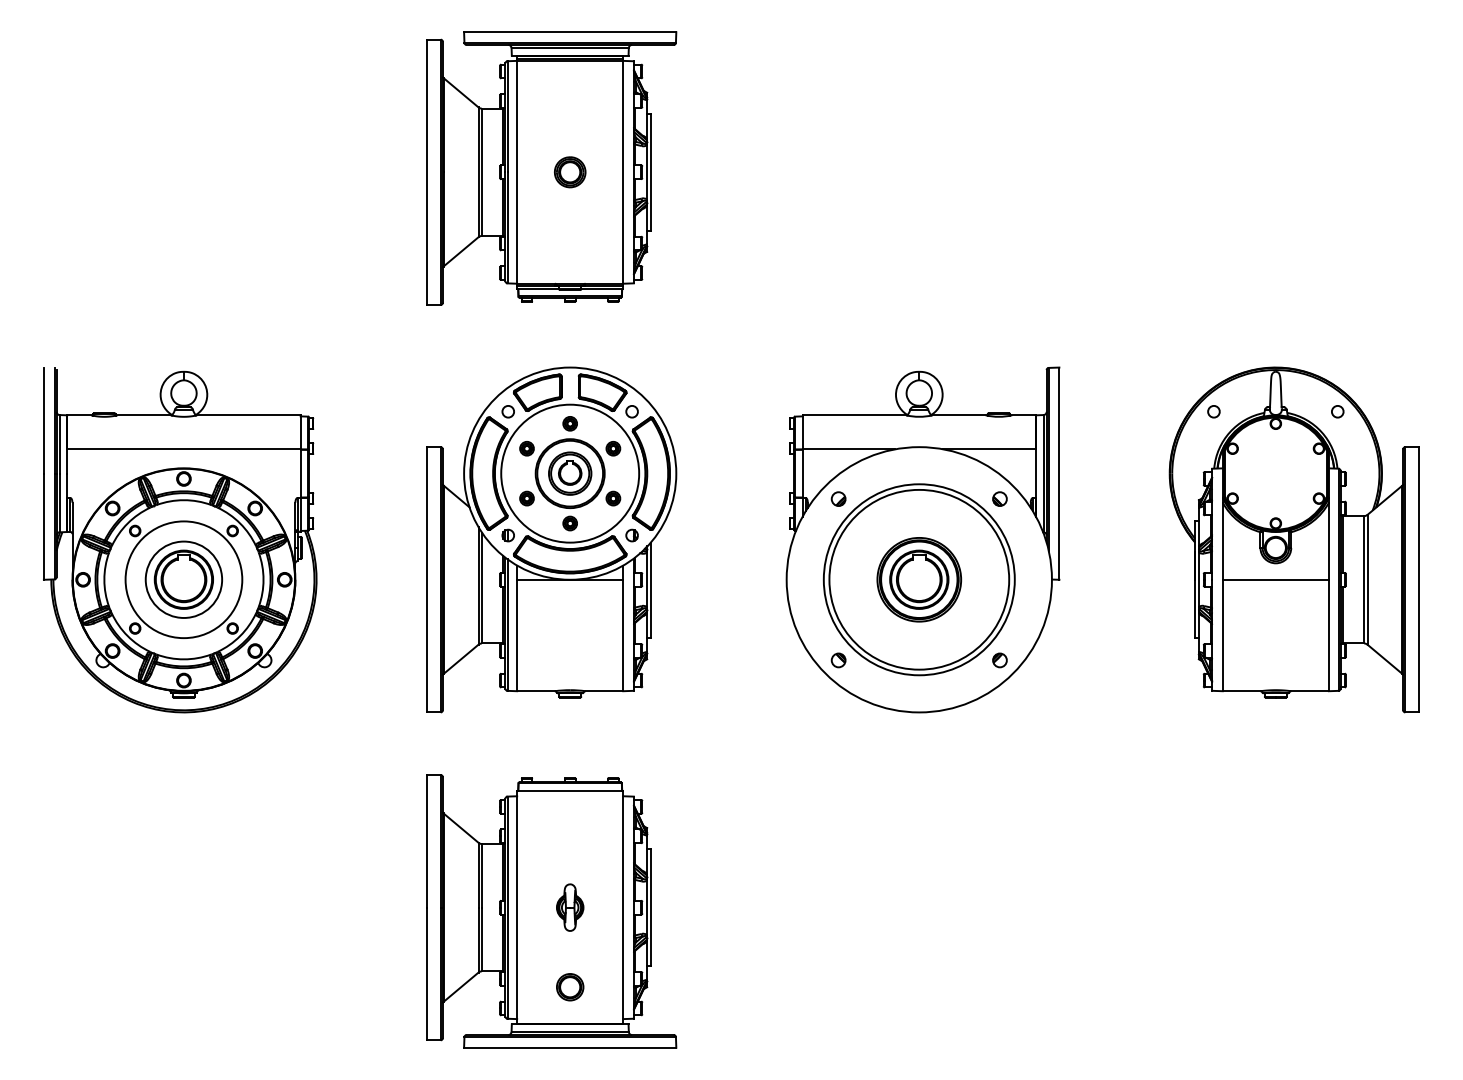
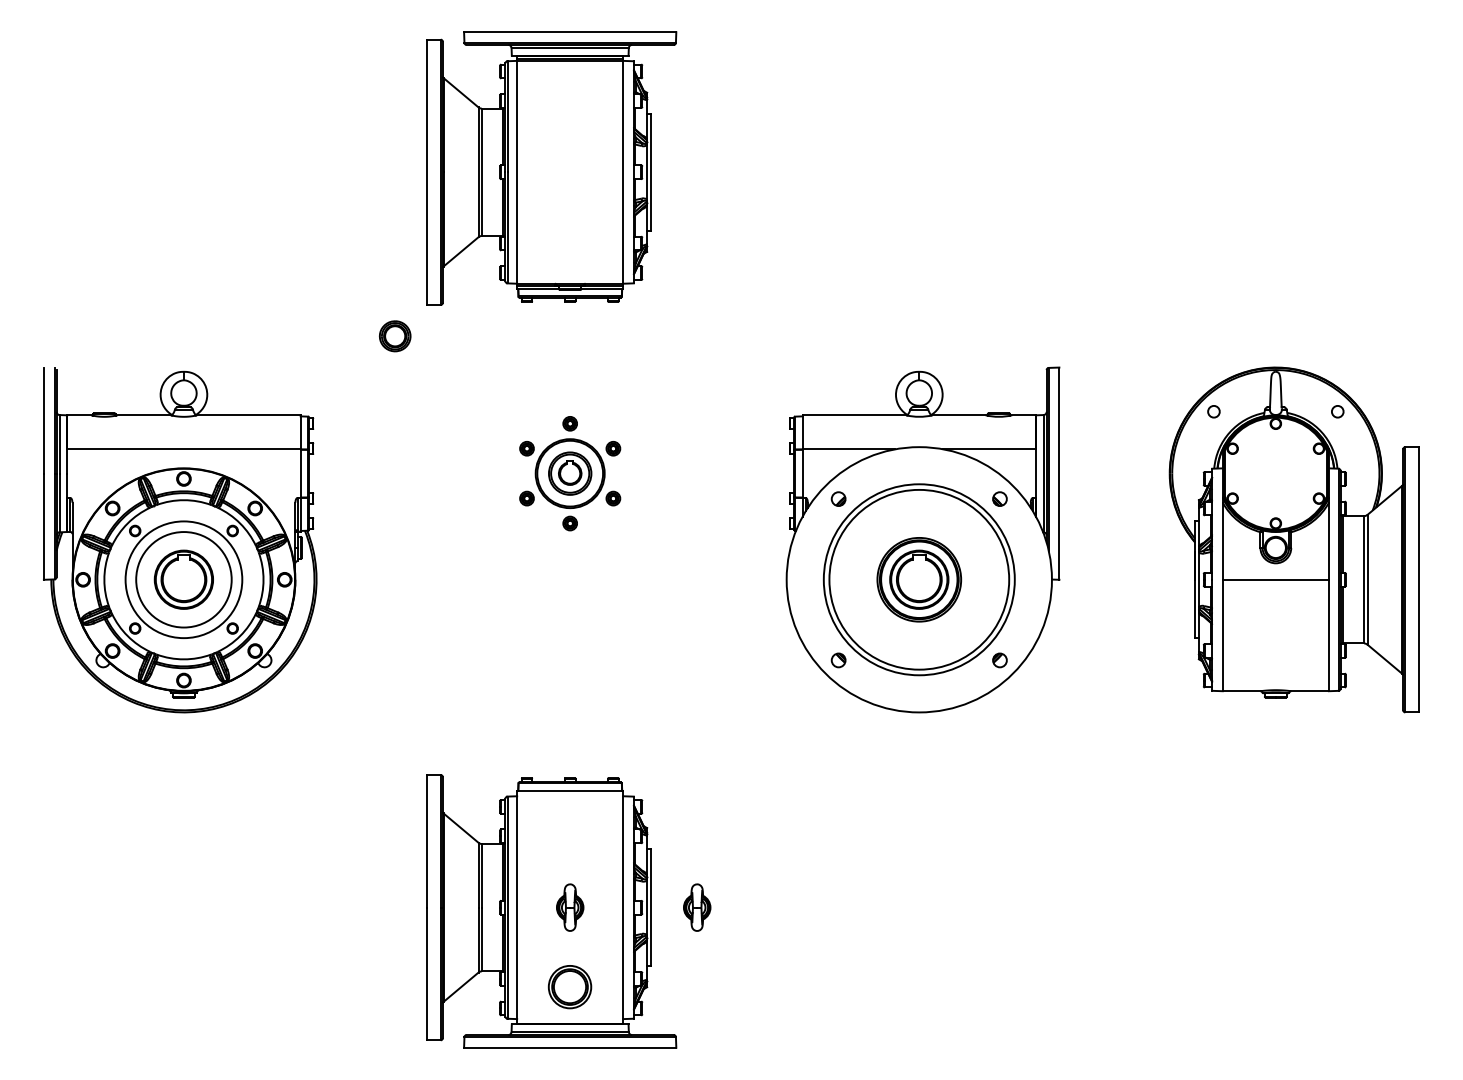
part at (570, 172) position: (570, 172) -> (395, 336)
part at (551, 539): present -> none
circle at (183, 579) diameter: 76 px -> 96 px
part at (697, 907): none -> present
part at (570, 987) size: 29x29 px -> 46x45 px
